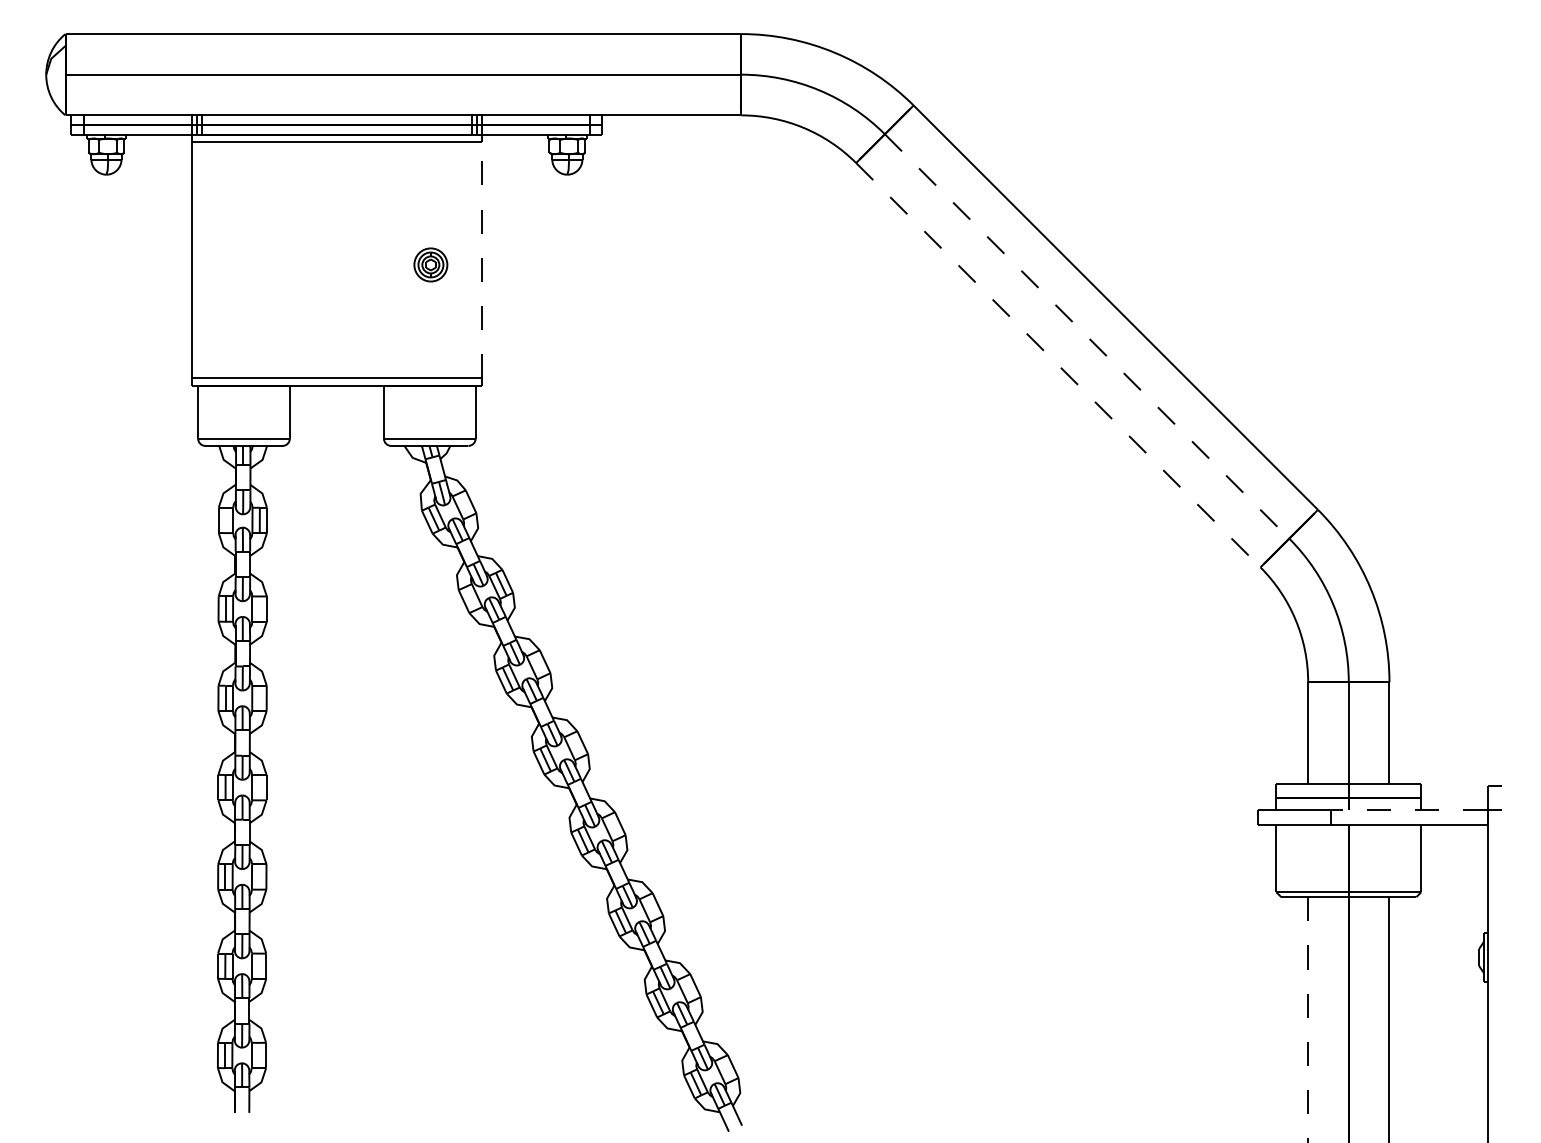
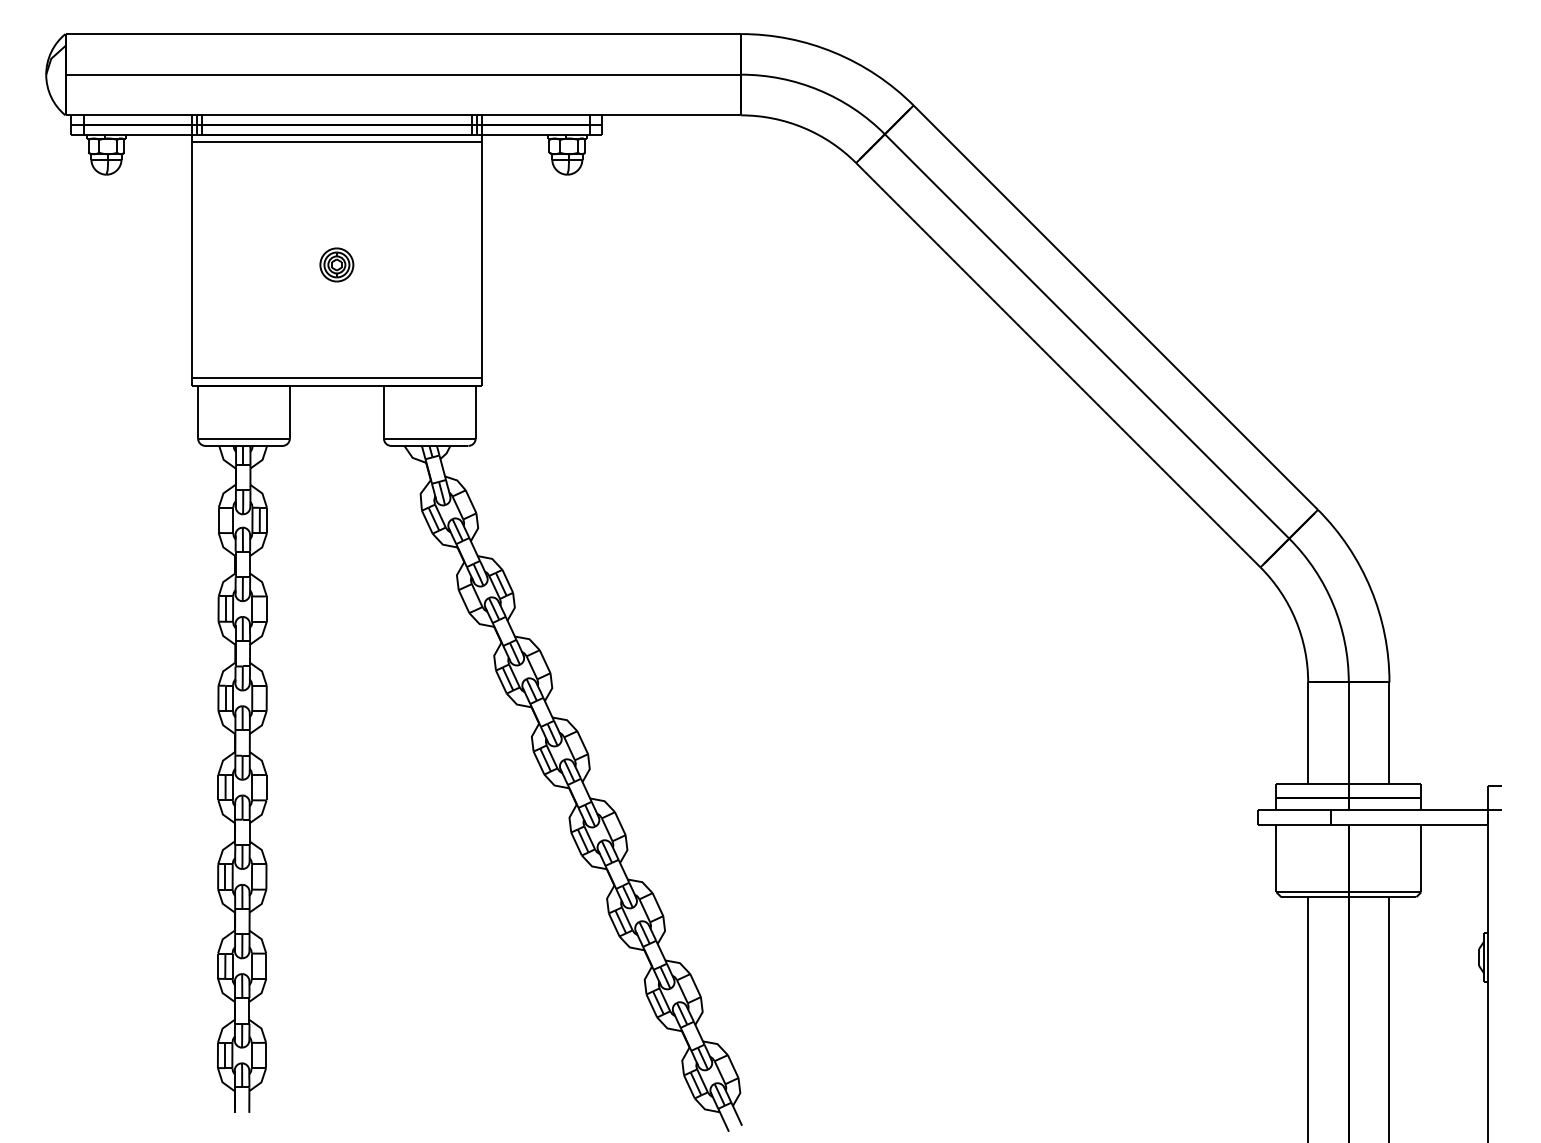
line at (481, 259): dashed -> solid
part at (430, 264) position: (430, 264) -> (336, 264)
line at (1087, 336): dashed -> solid
line at (1058, 365): dashed -> solid
line at (1408, 810): dashed -> solid
line at (1308, 1020): dashed -> solid
